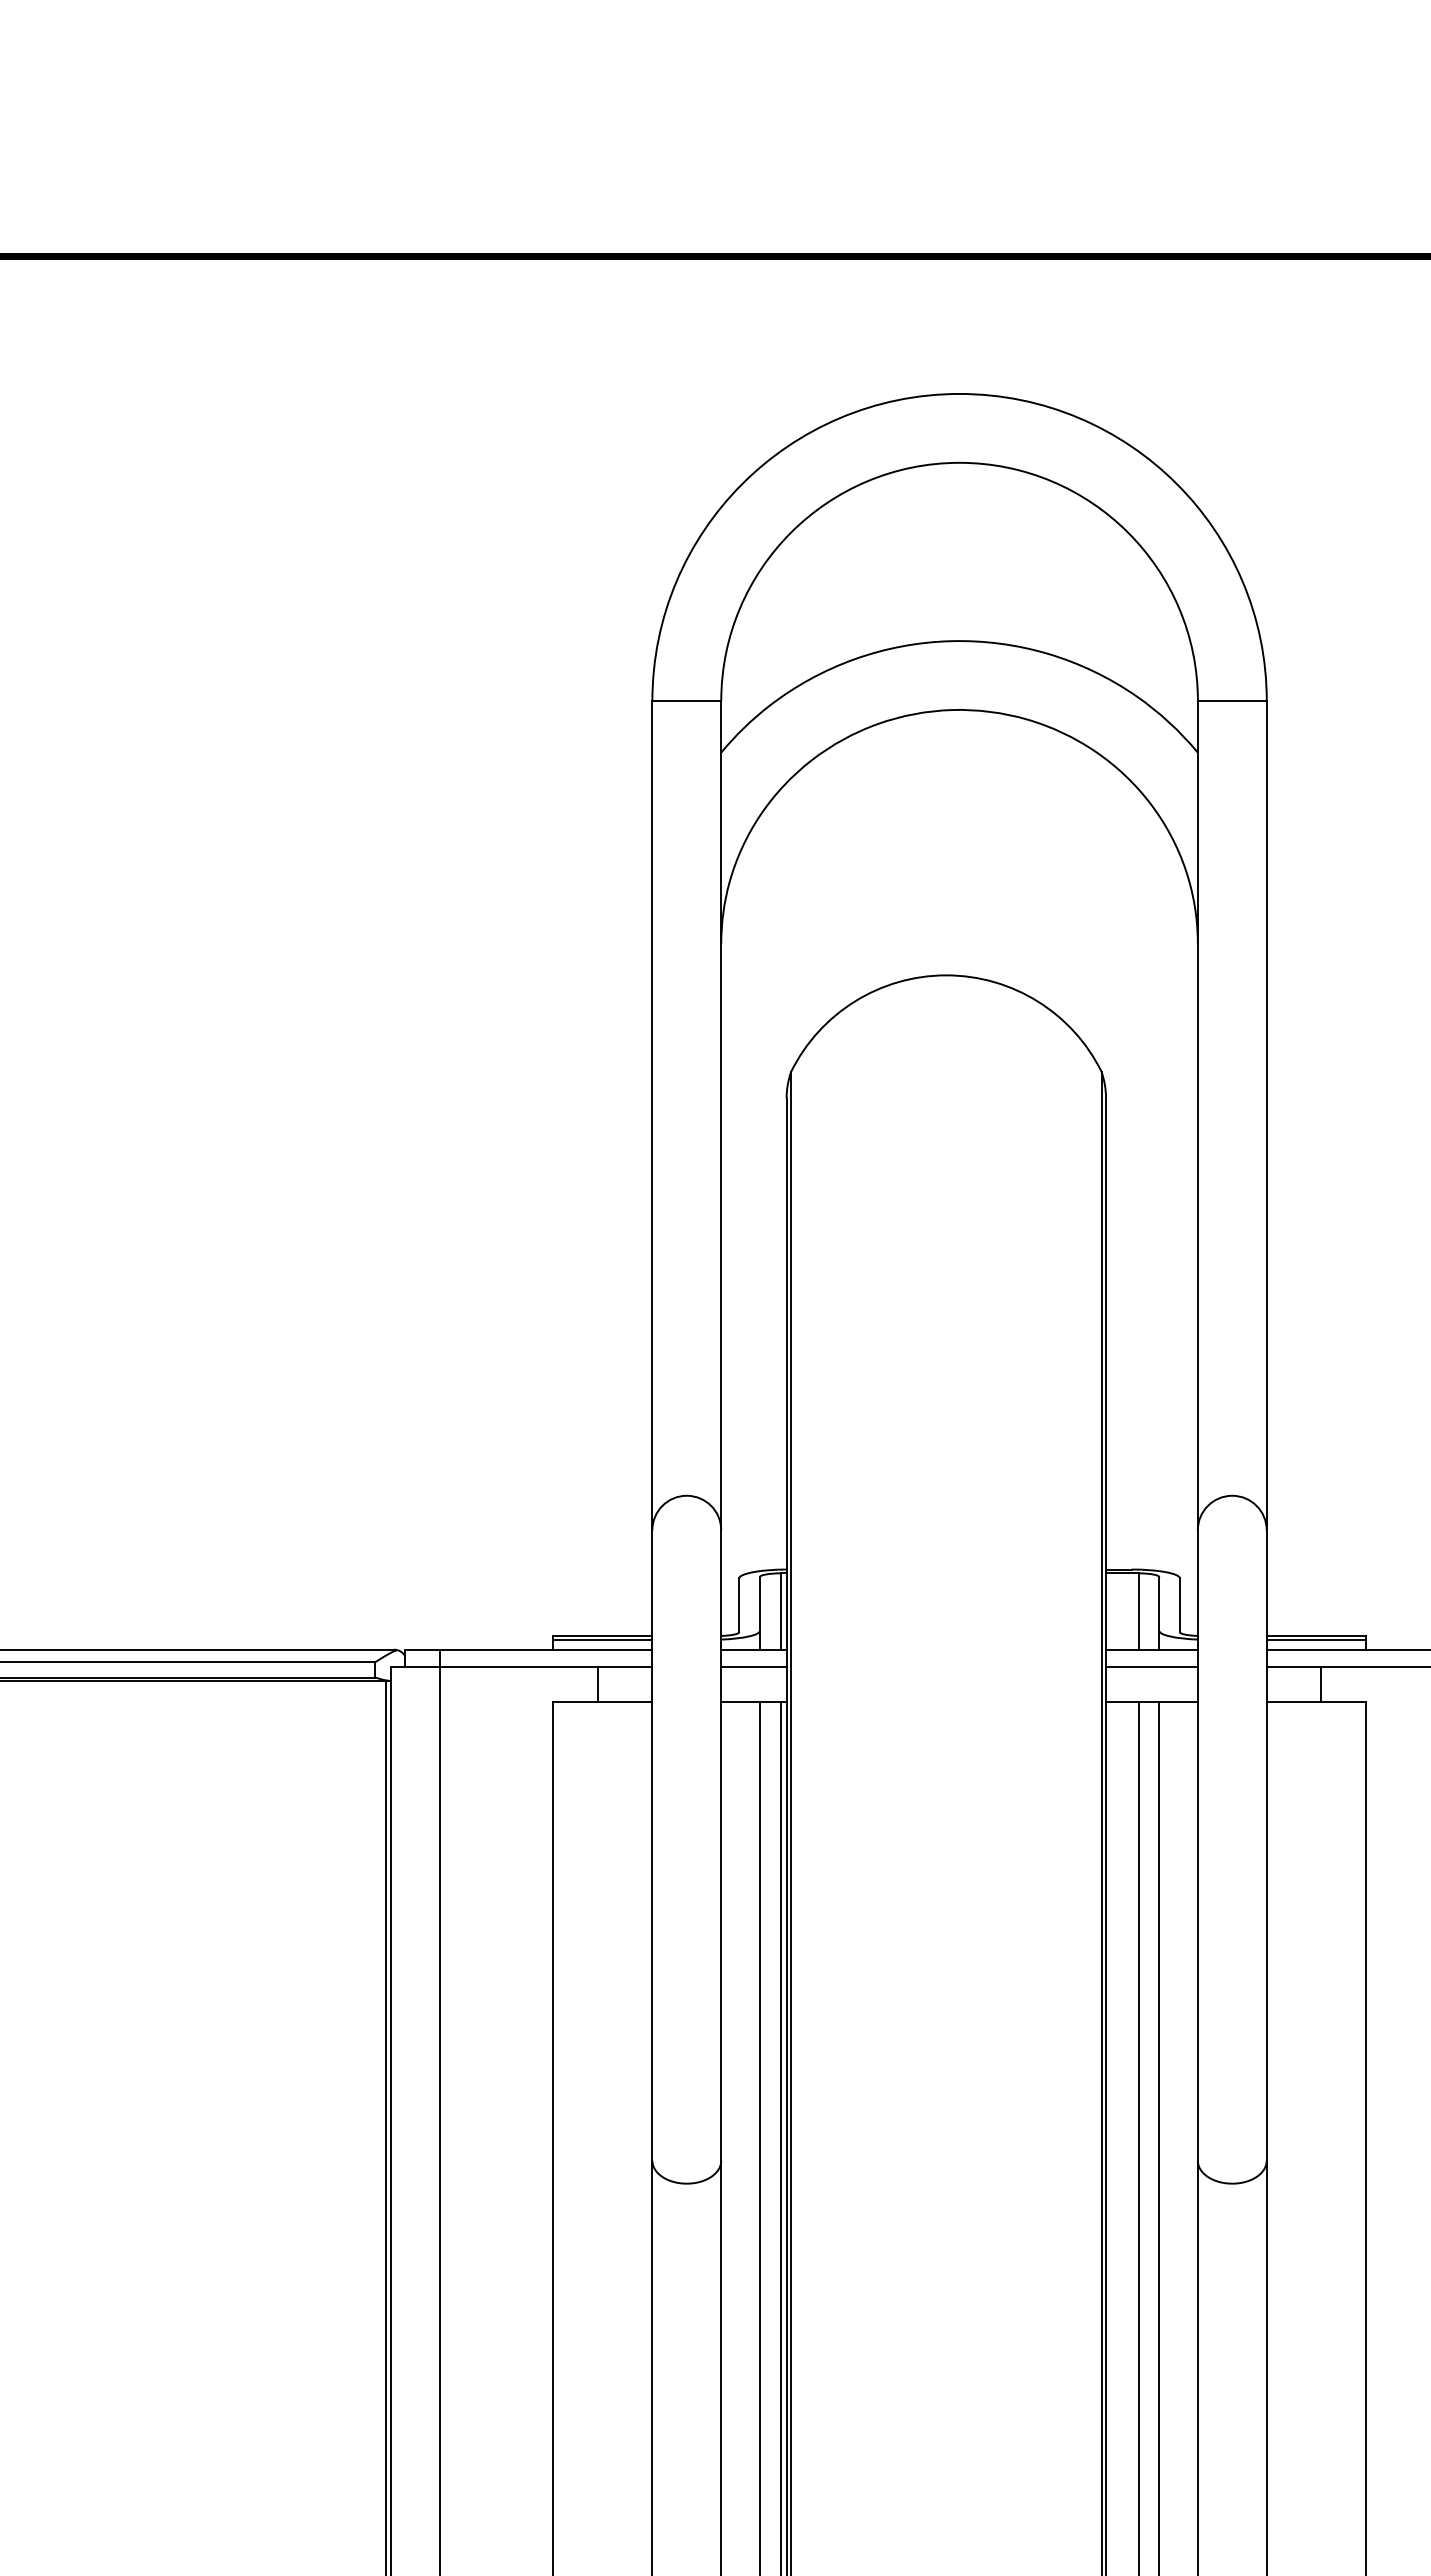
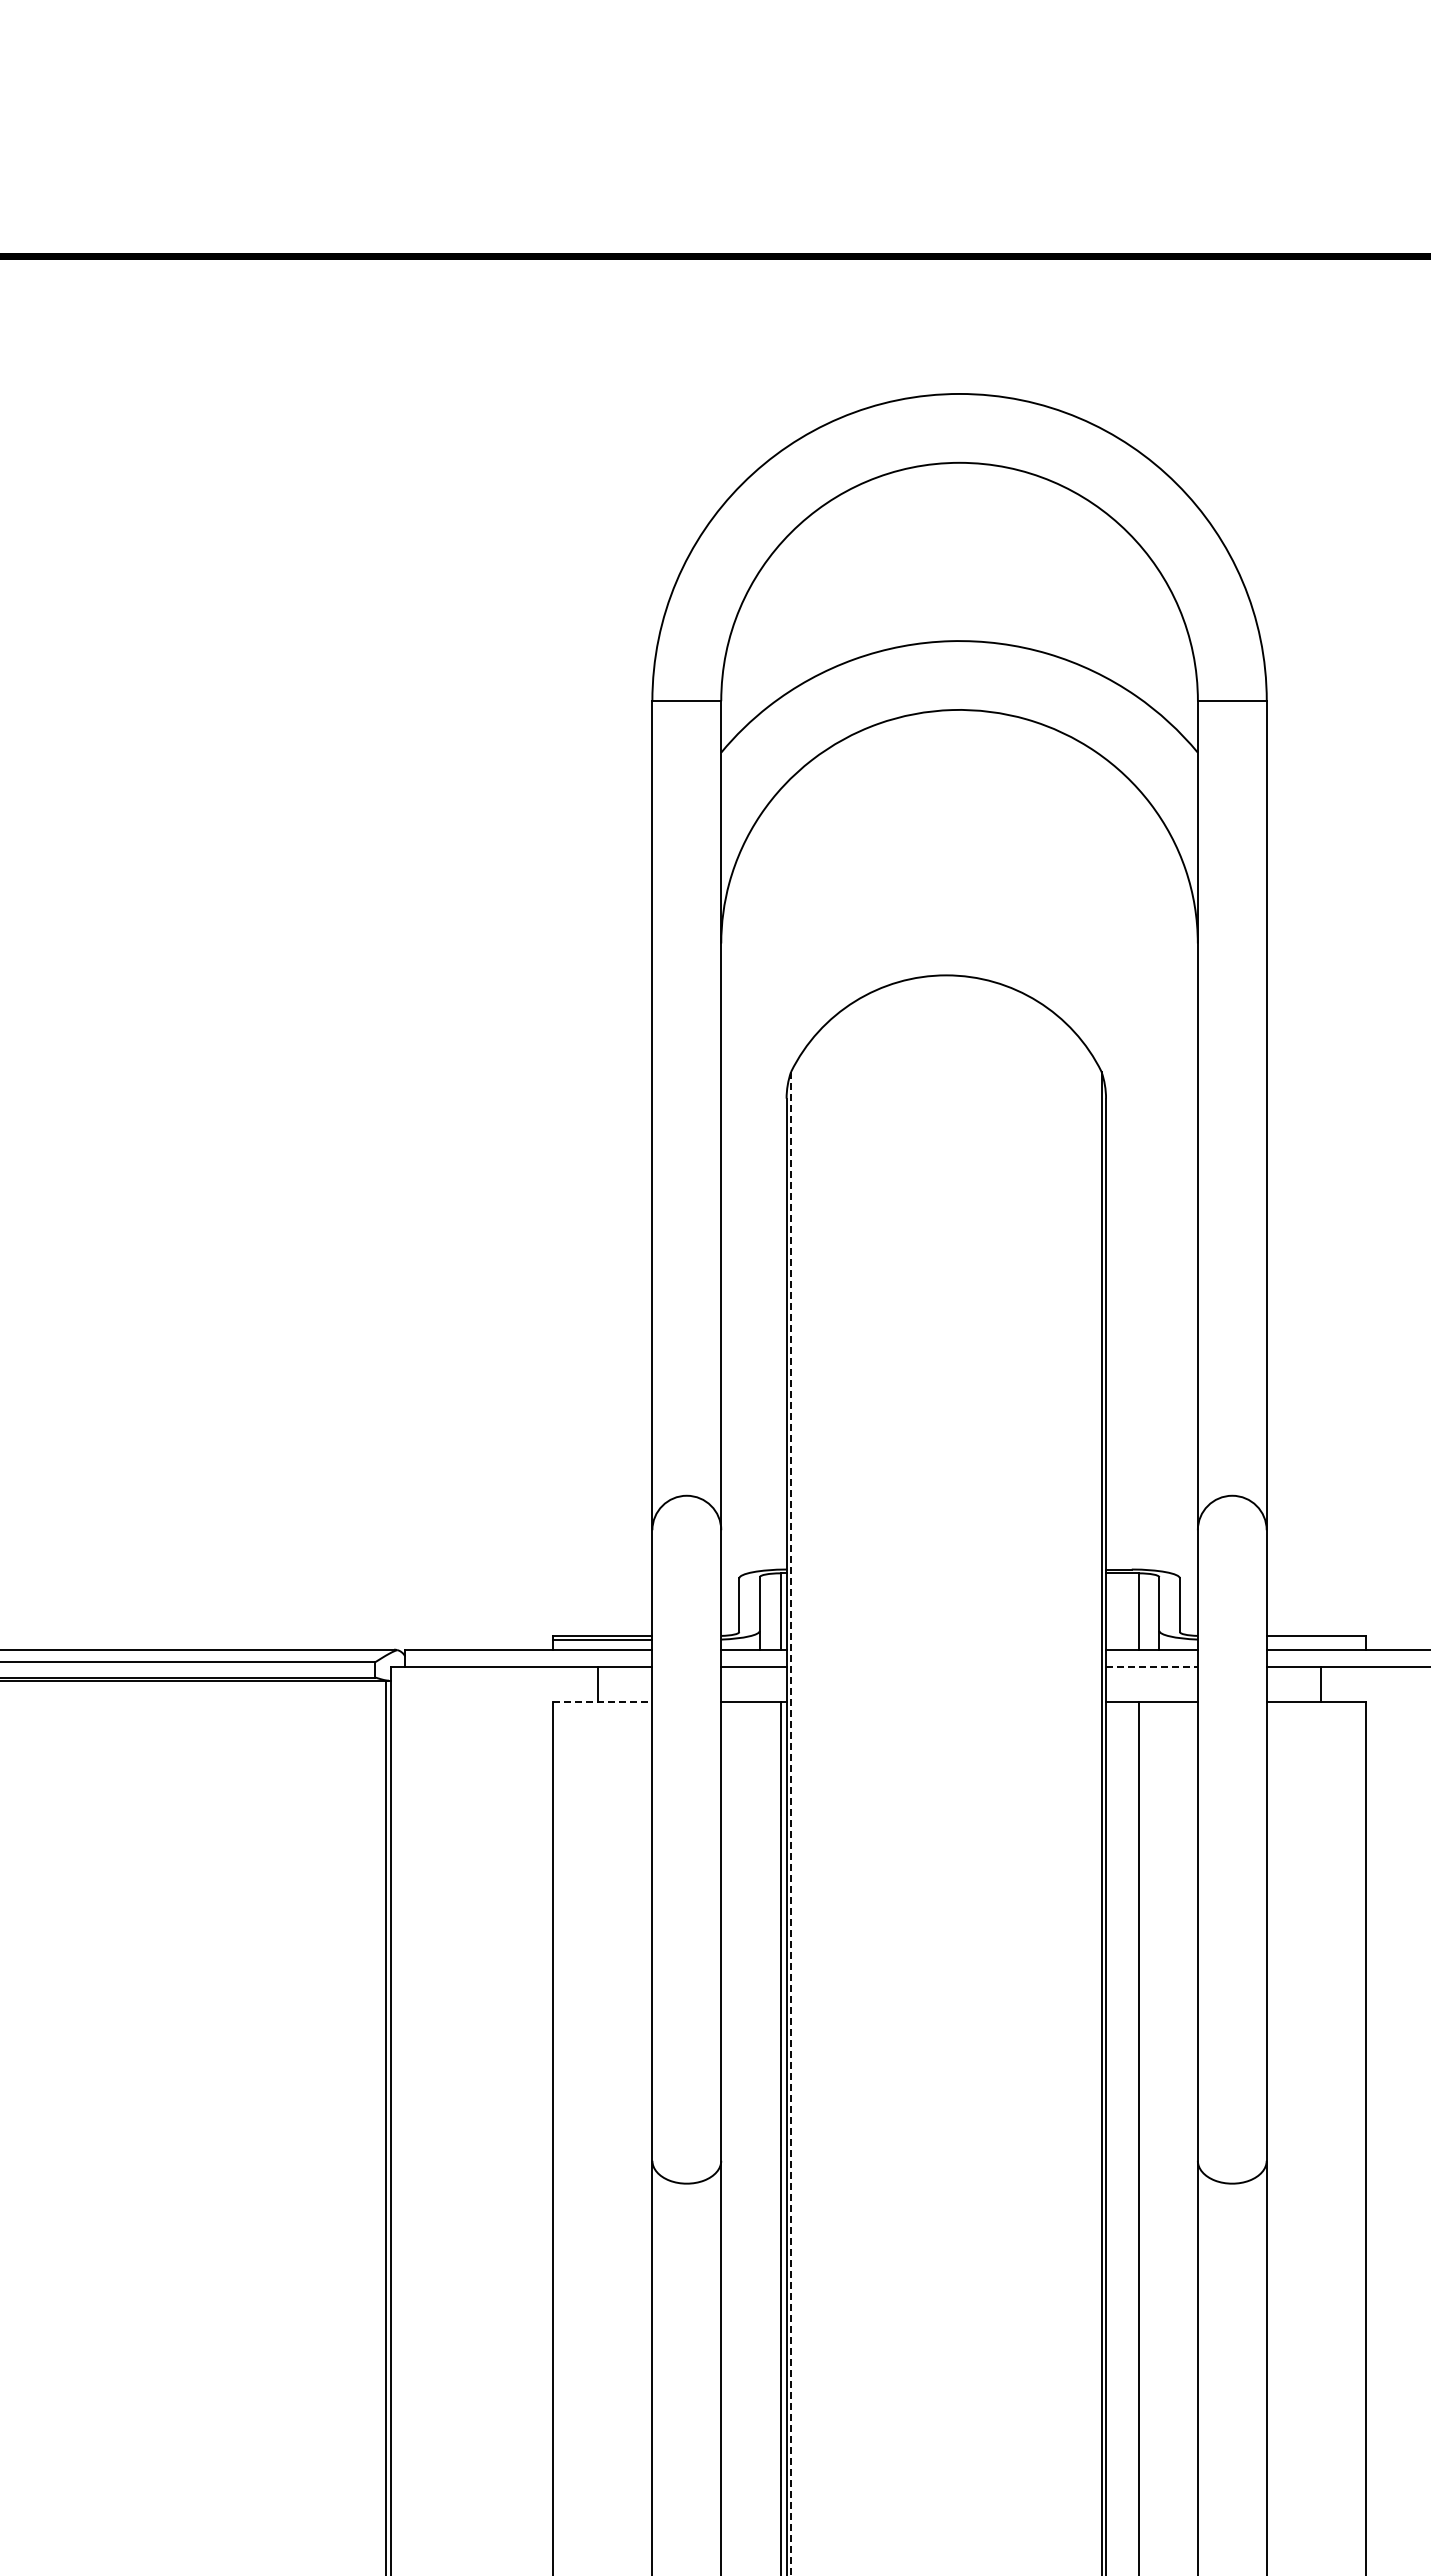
line at (1315, 1639): present -> none
line at (1151, 1666): solid -> dashed
line at (602, 1702): solid -> dashed
line at (791, 1823): solid -> dashed
line at (439, 2110): present -> none
line at (759, 2137): present -> none
line at (1159, 2137): present -> none
